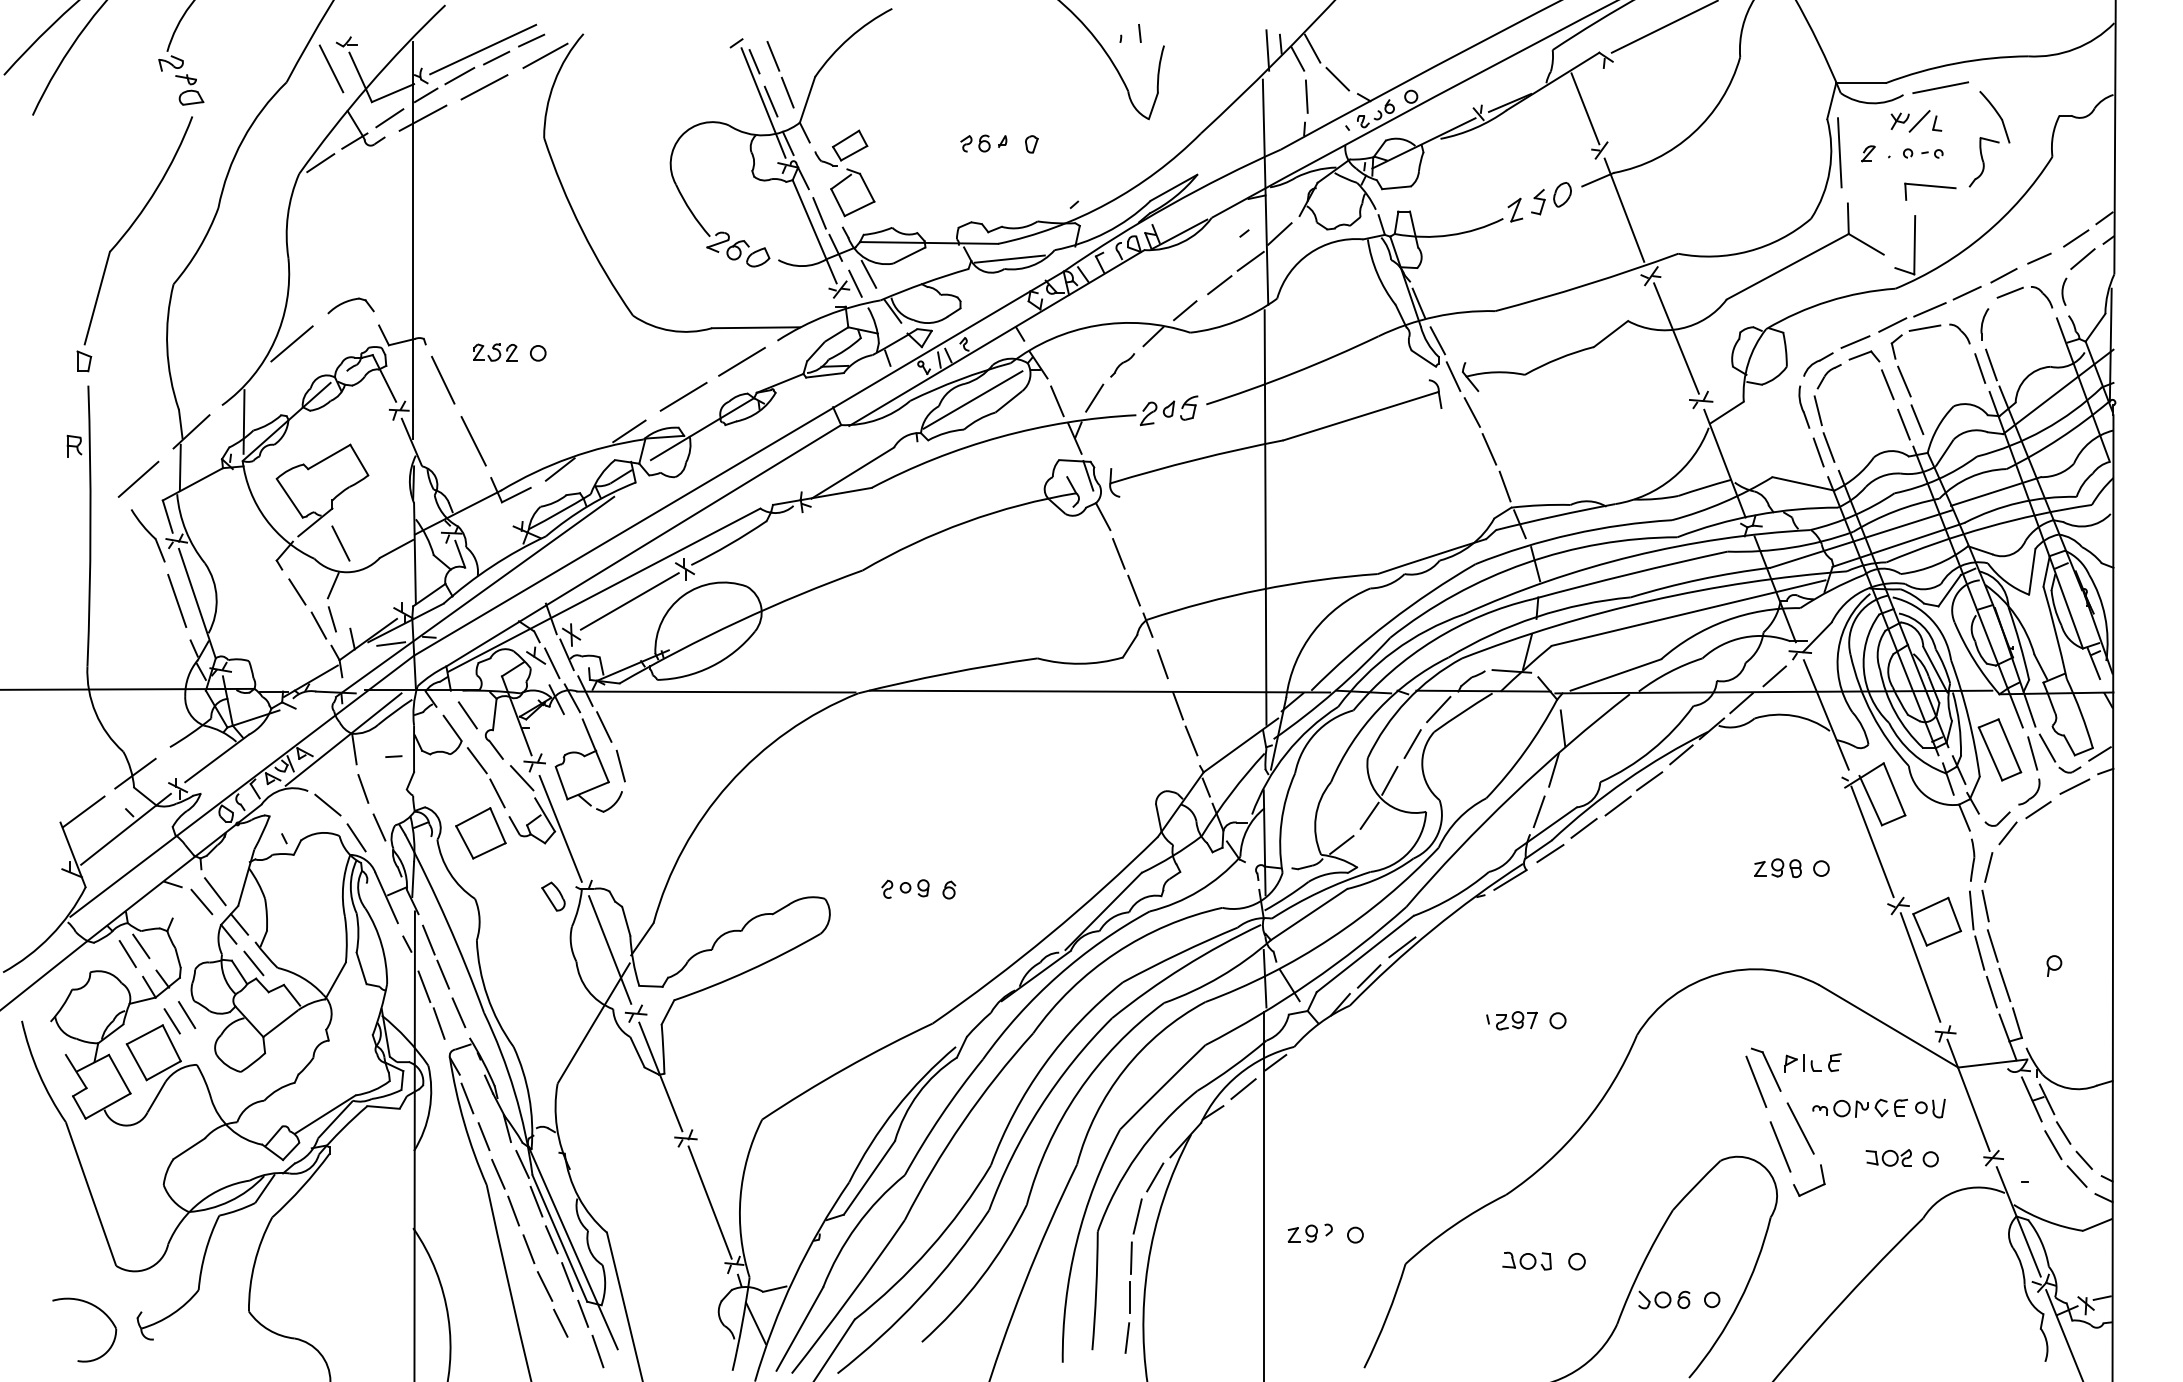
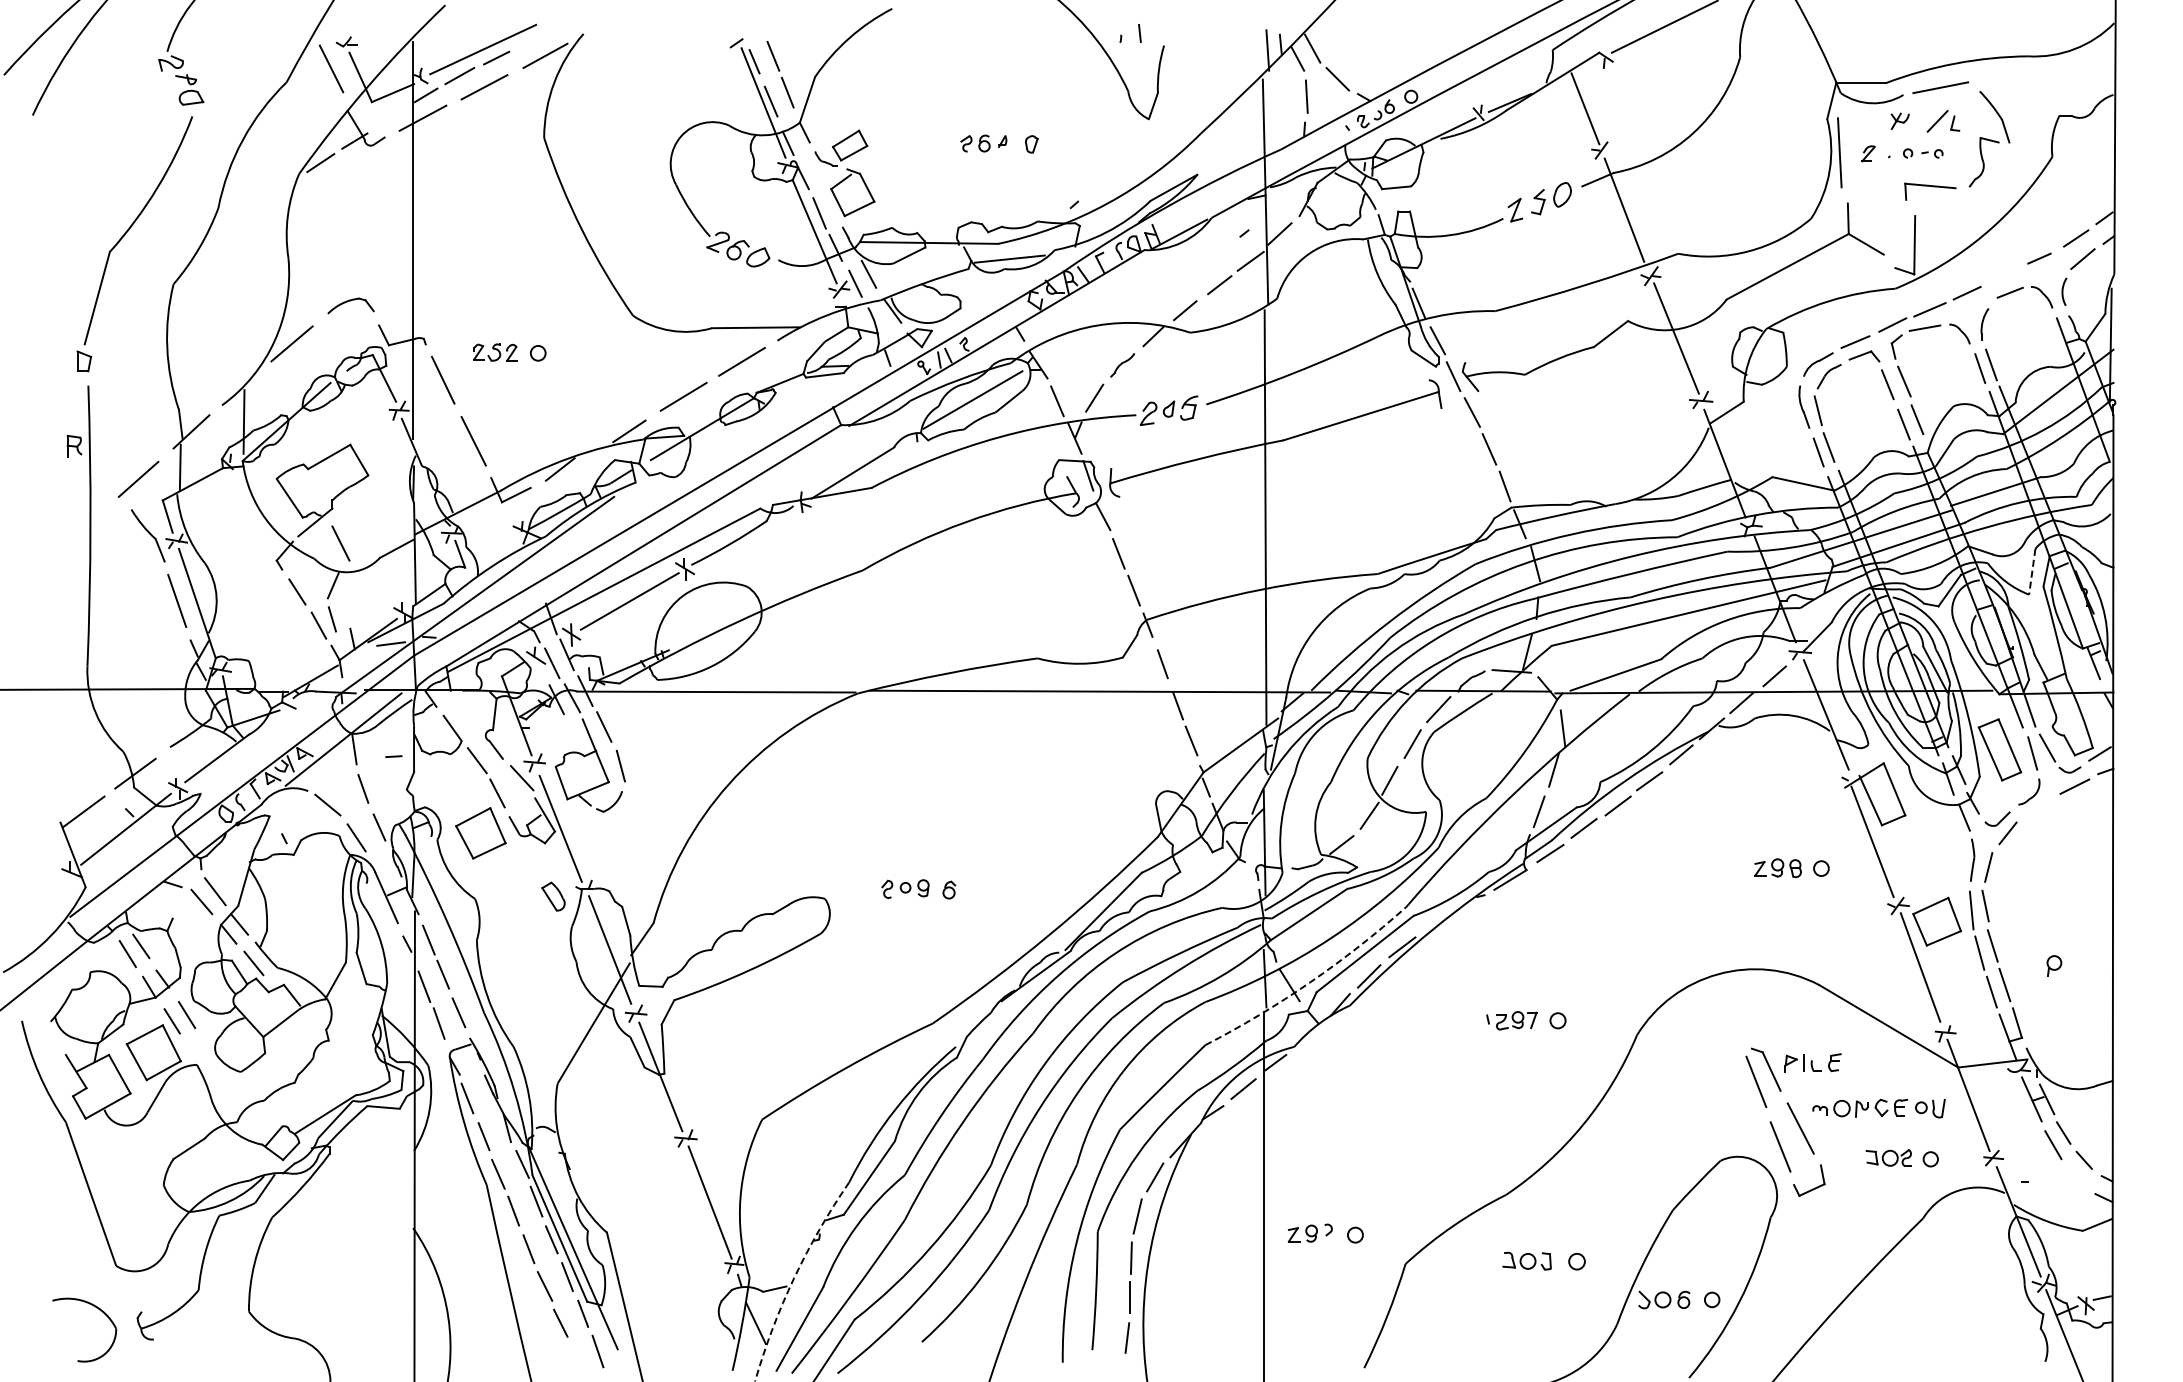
line at (531, 40): present -> none
line at (389, 118): present -> none
part at (1925, 121) position: (1925, 121) -> (1943, 121)
line at (2003, 275): present -> none
line at (2032, 572): solid -> dashed
line at (467, 715): present -> none
line at (2038, 809): present -> none
arc at (1310, 982): solid -> dashed
line at (2076, 1176): present -> none
arc at (794, 1278): solid -> dashed
